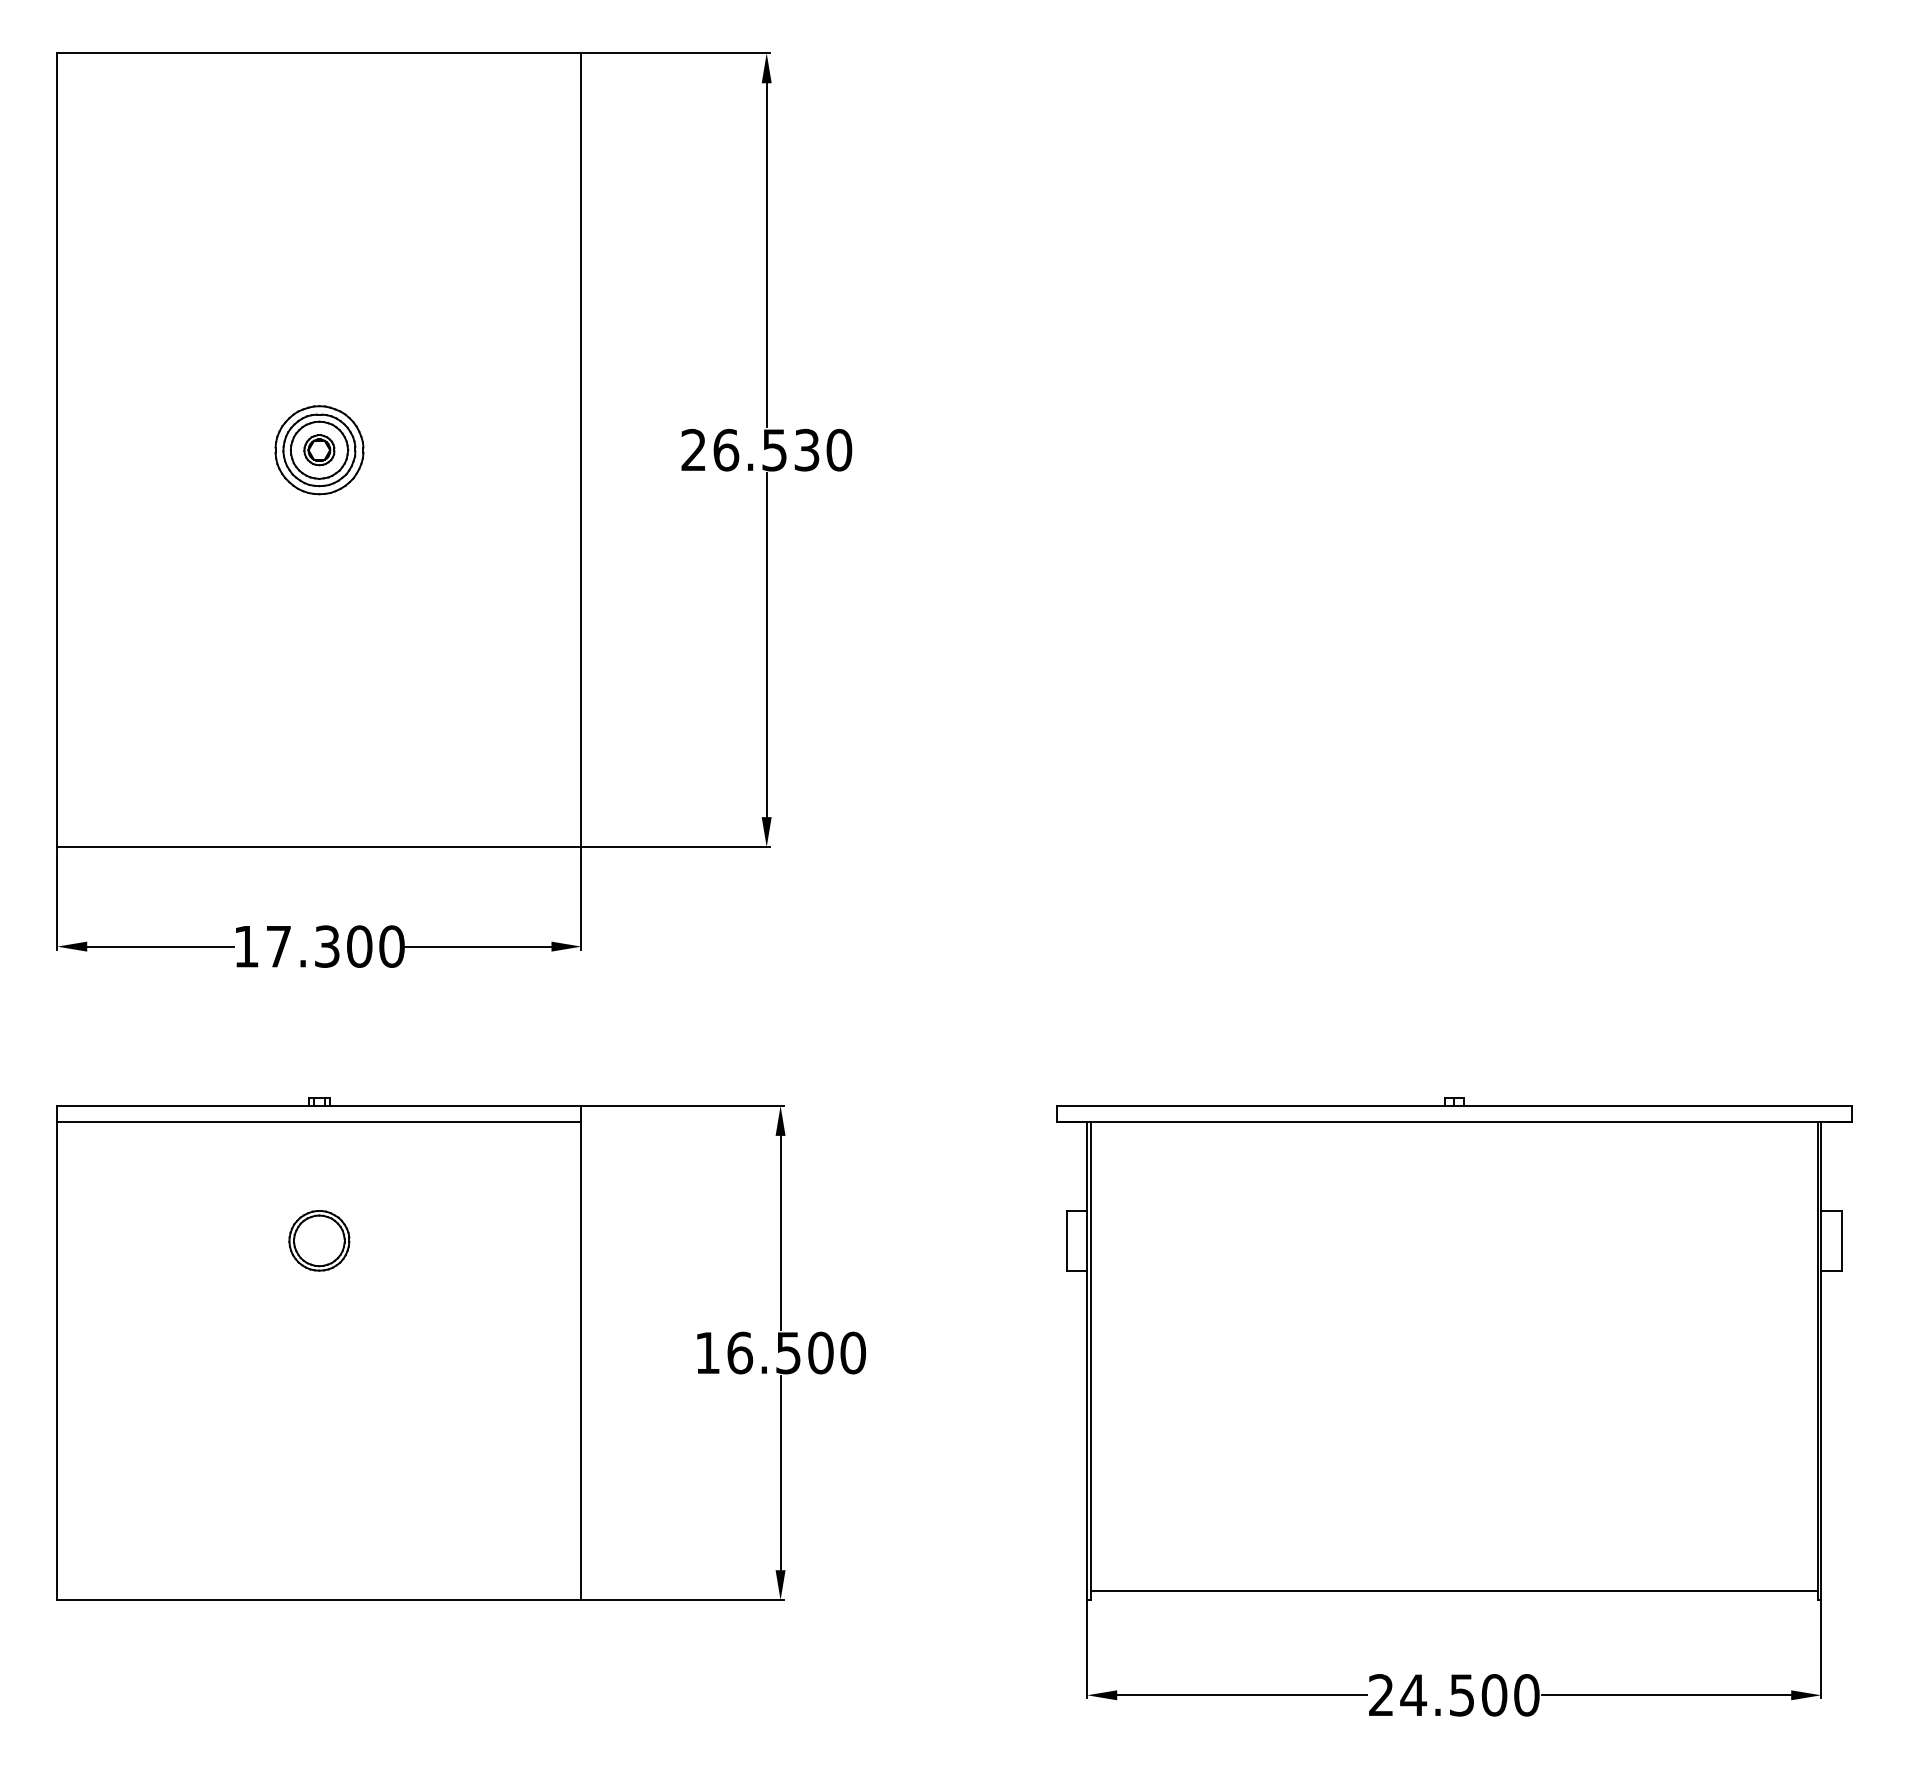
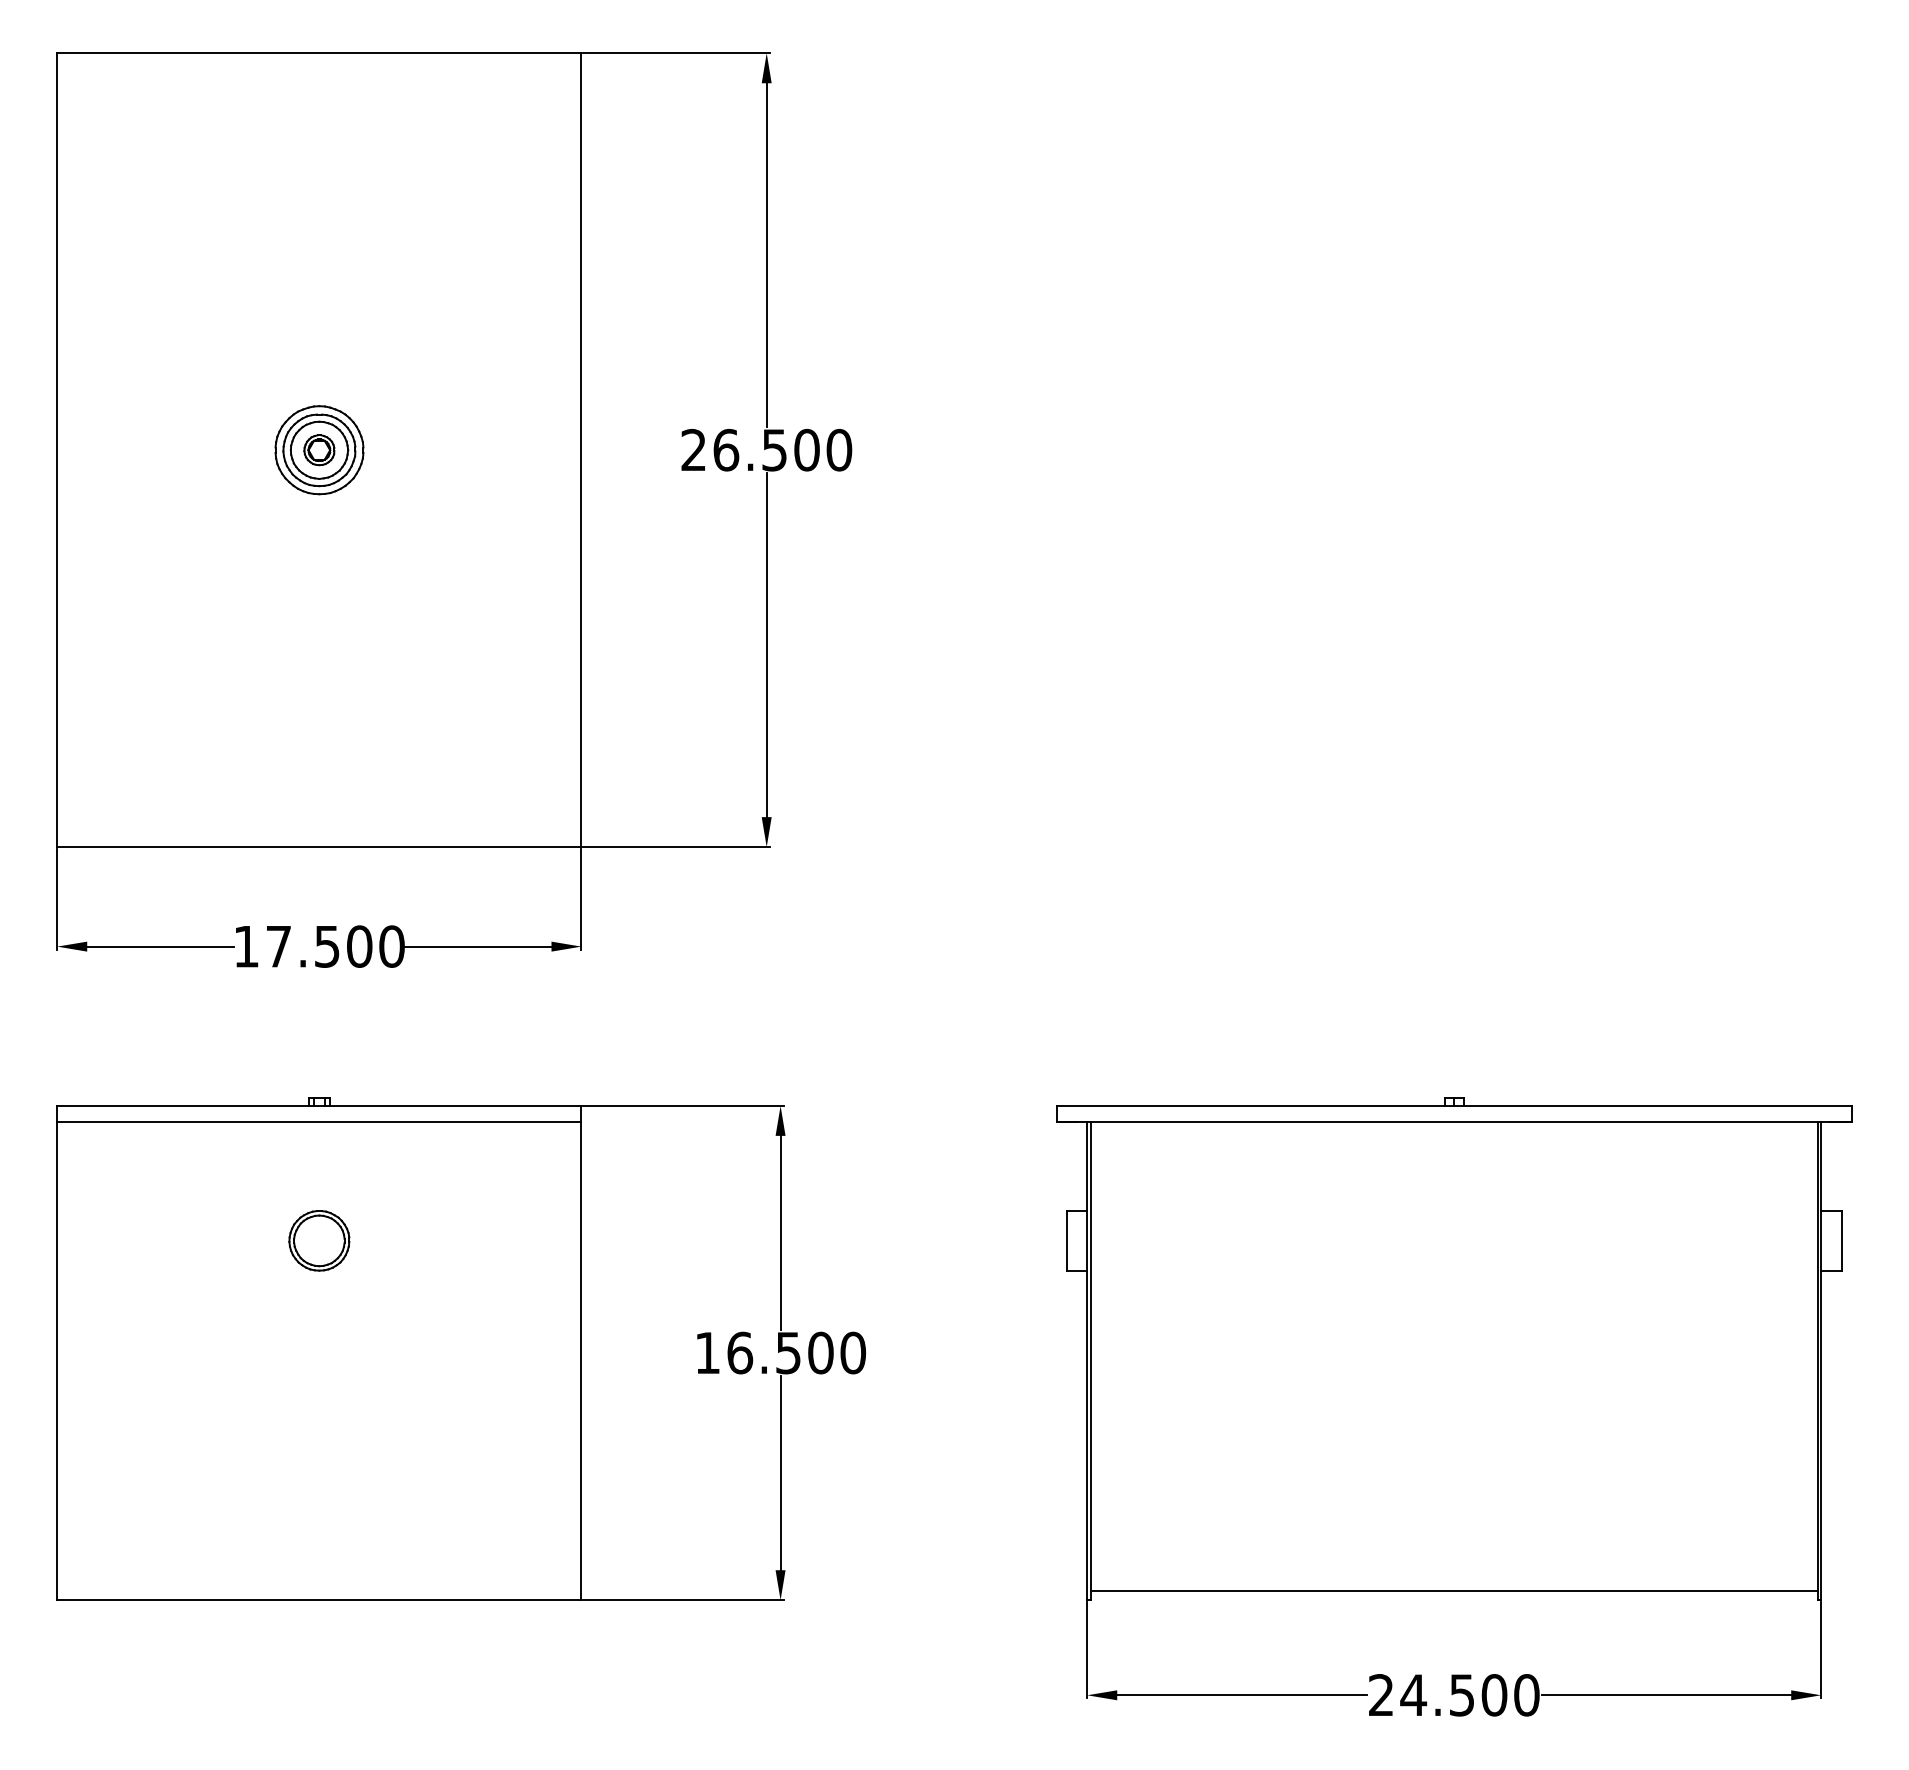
text at (806, 450): 26.530 -> 26.500
text at (327, 946): 17.300 -> 17.500
